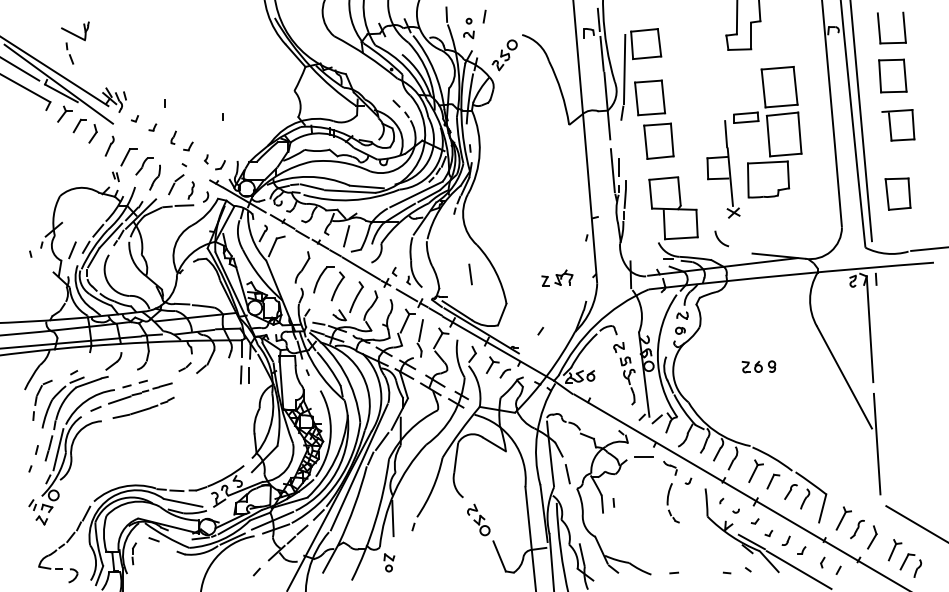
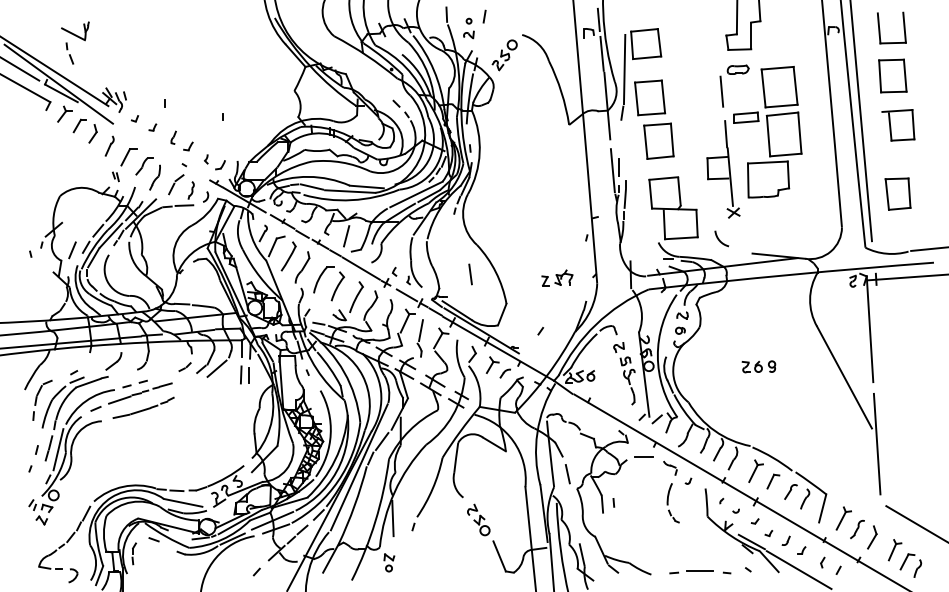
part at (734, 74): none -> present
part at (288, 256): none -> present
line at (906, 277): none -> present
line at (216, 368): none -> present
line at (699, 571): none -> present
